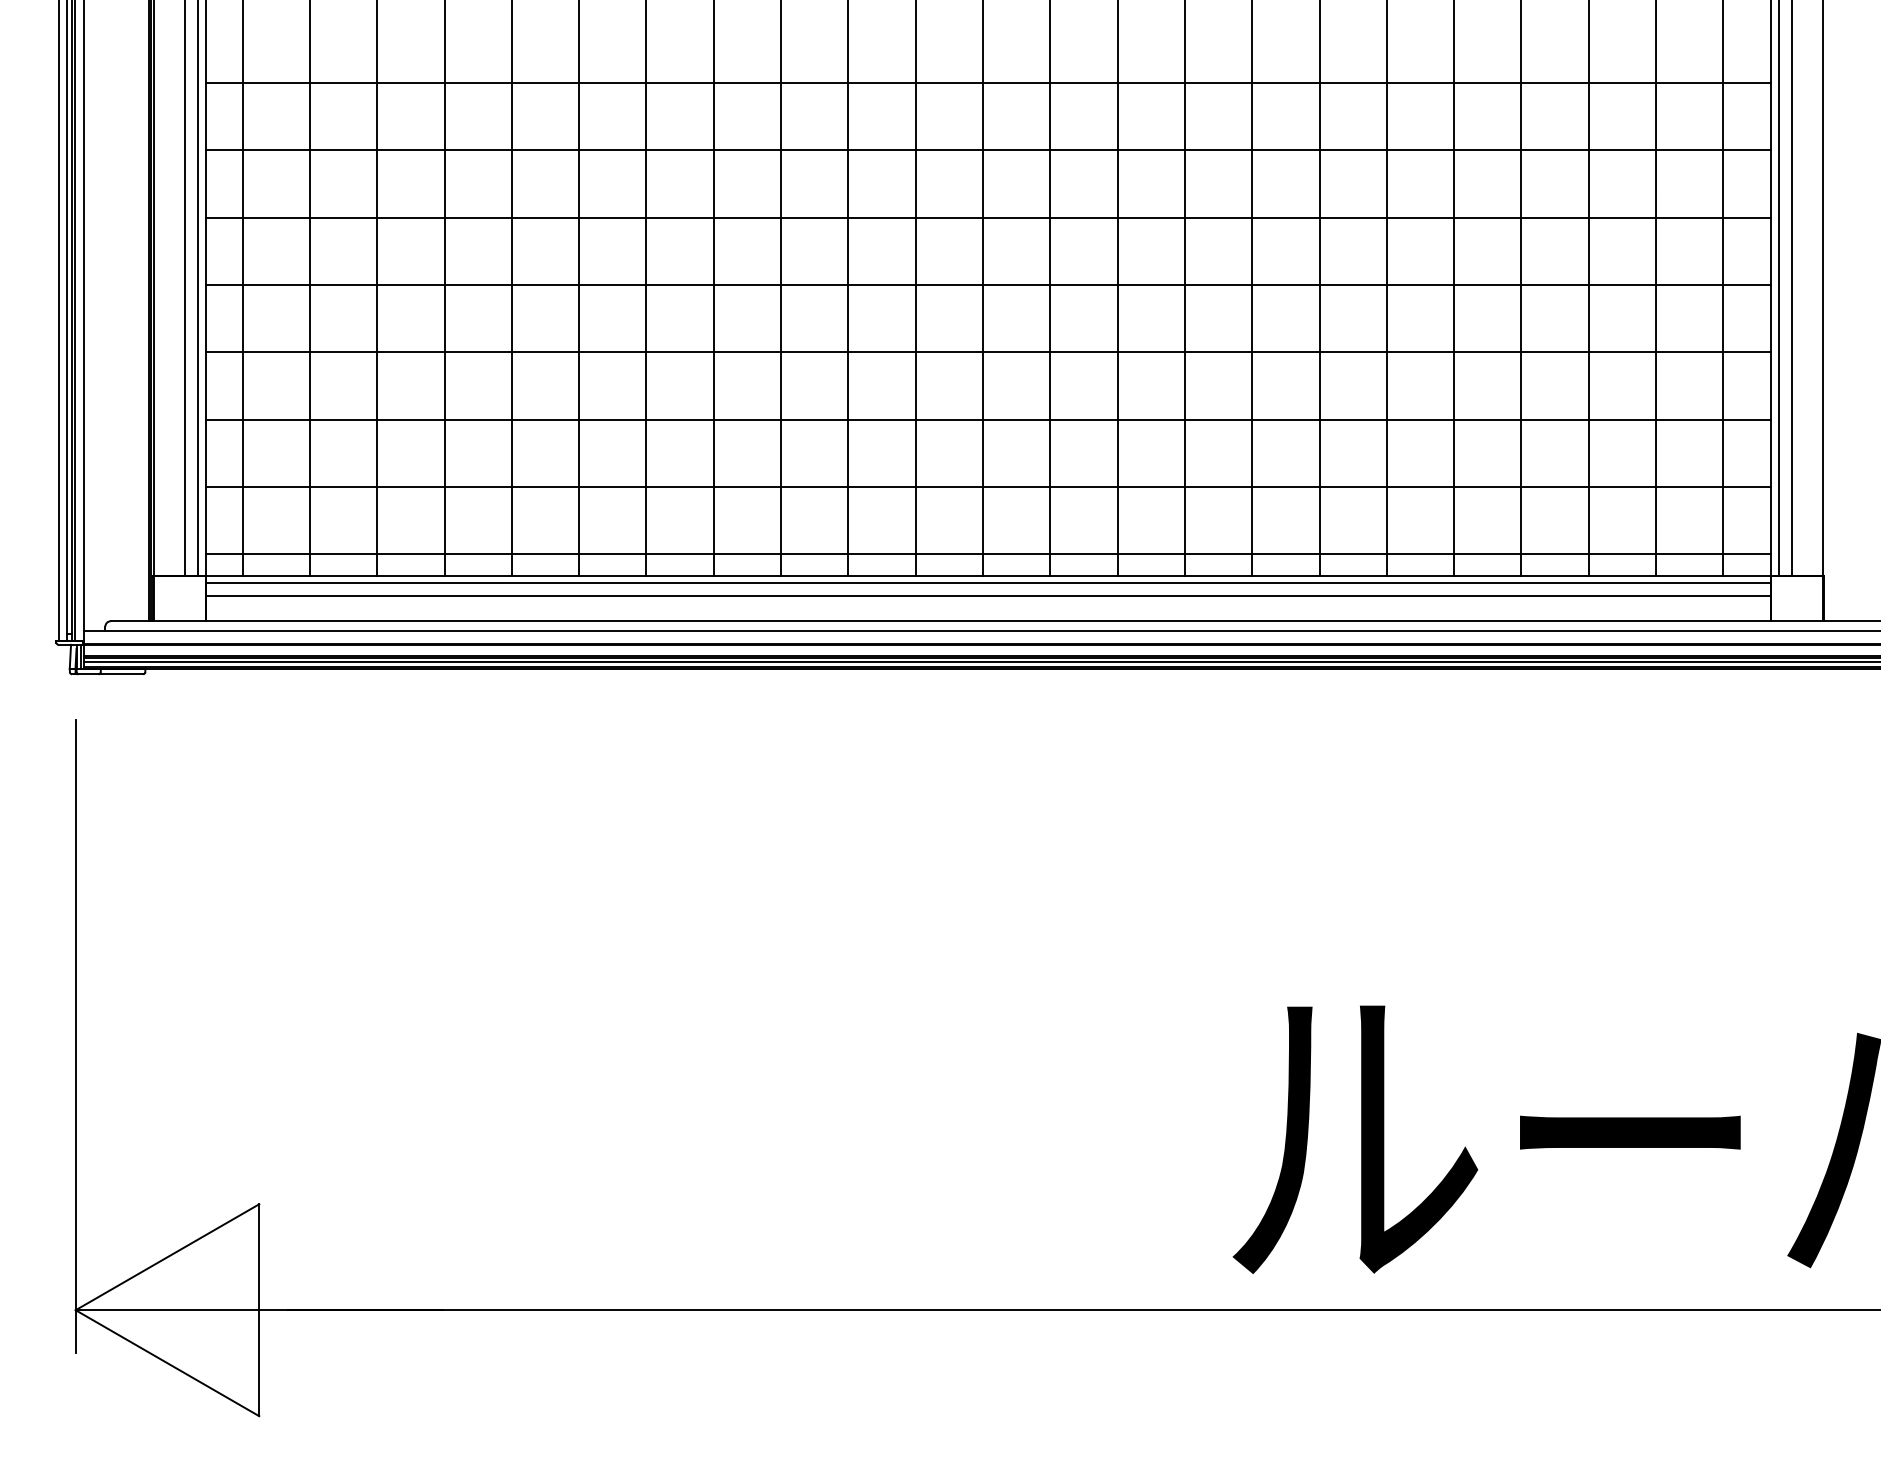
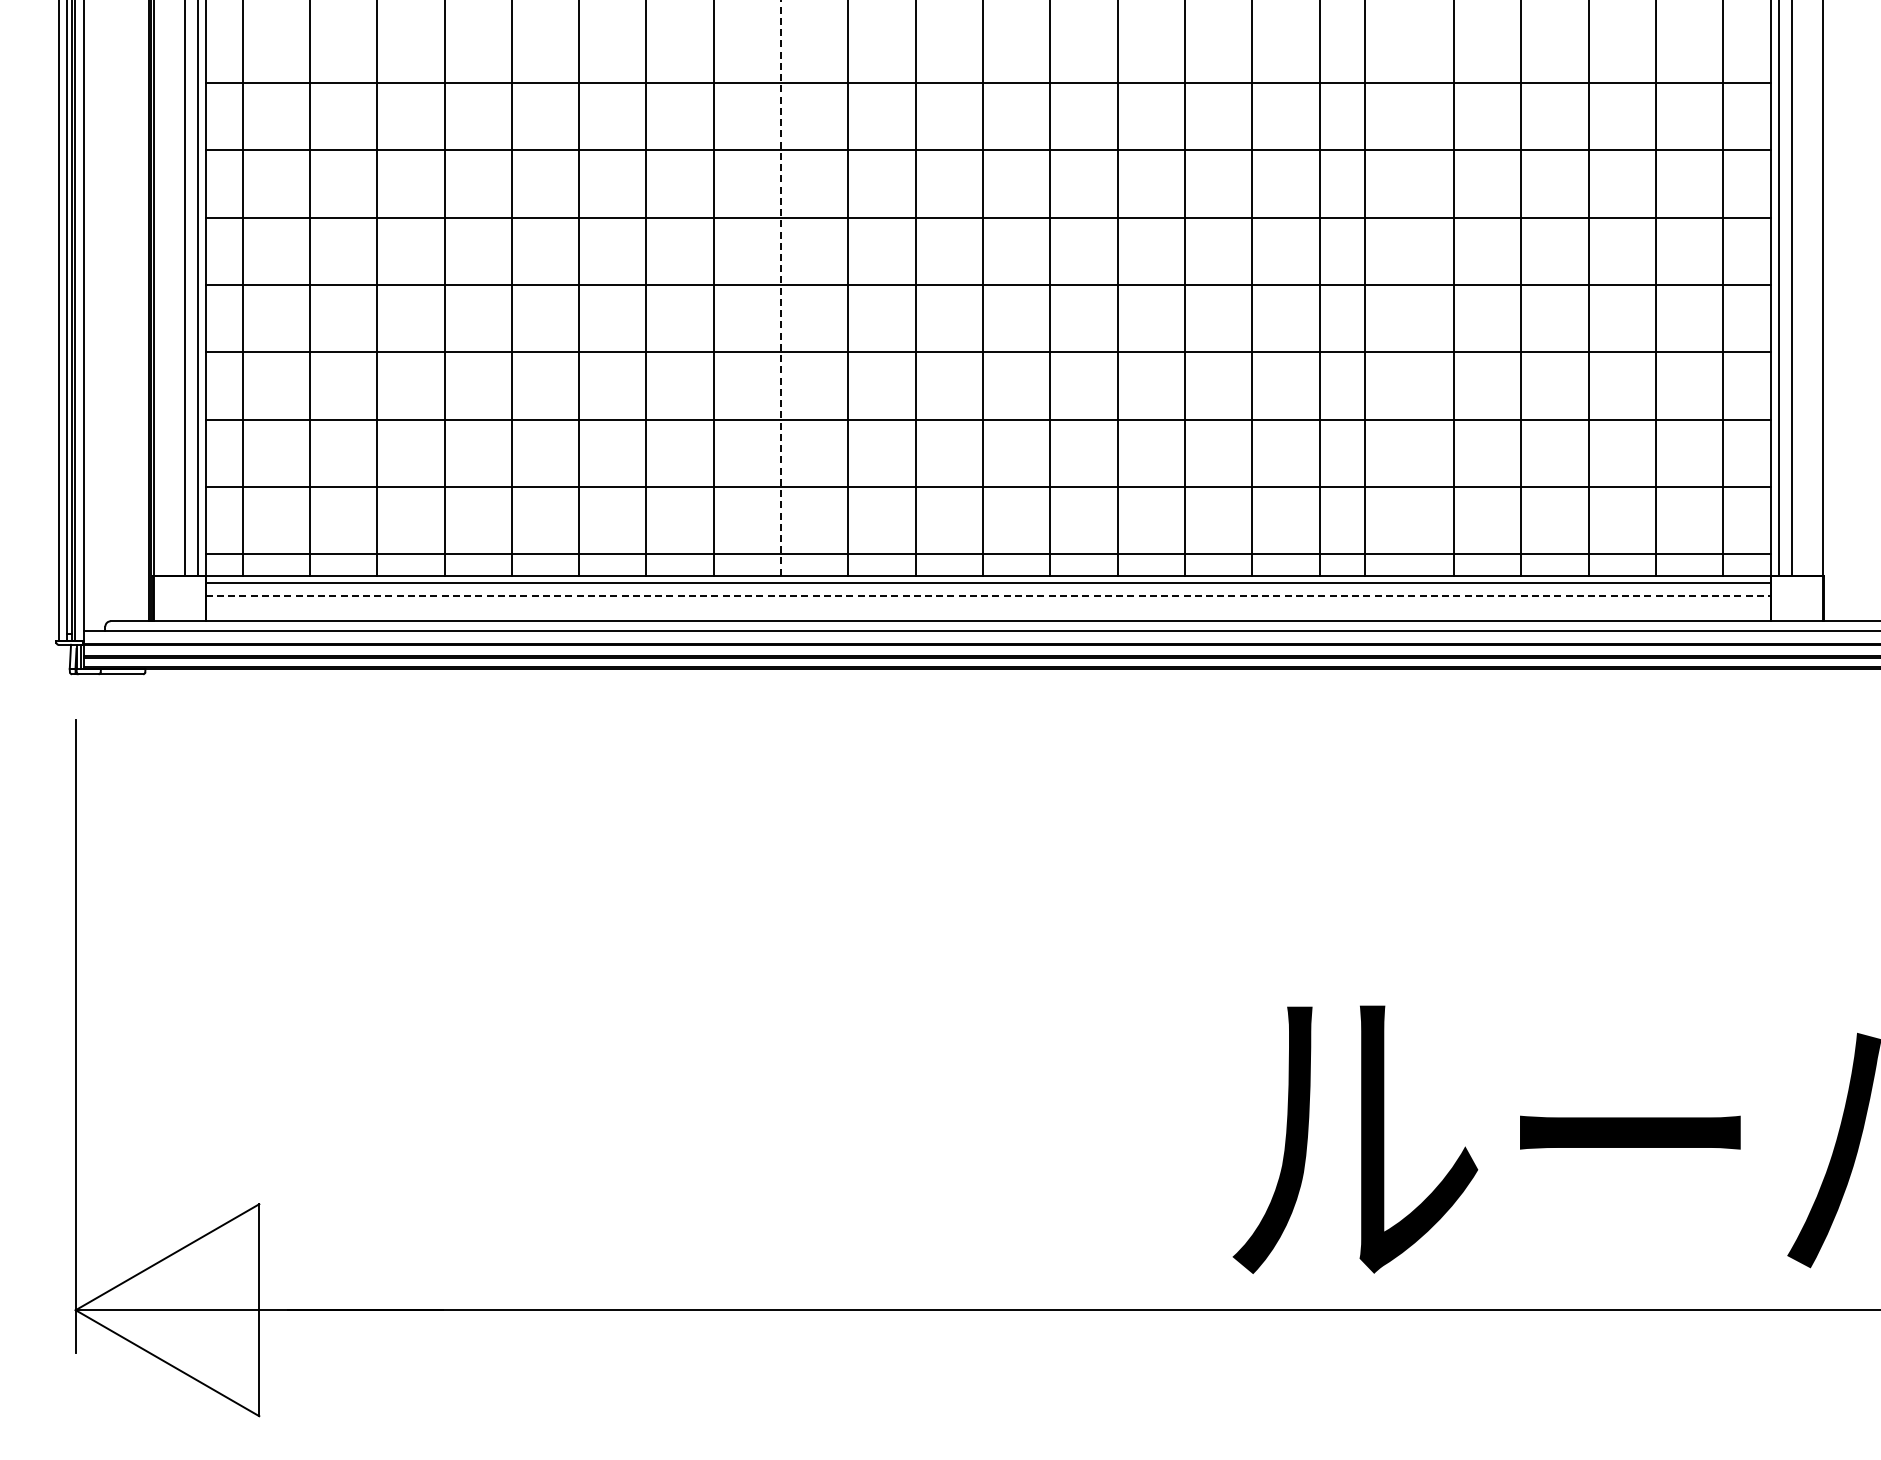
line at (781, 287): solid -> dashed
line at (1386, 288) position: (1386, 288) -> (1364, 288)
line at (988, 596): solid -> dashed
line at (980, 662): present -> none
